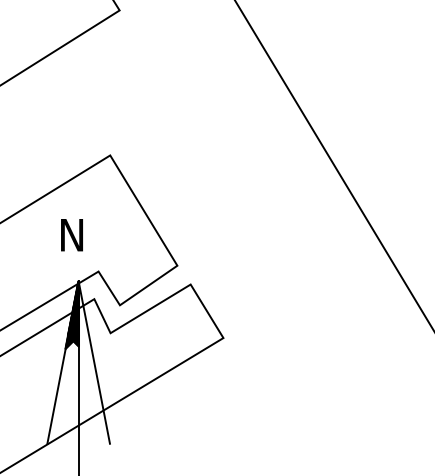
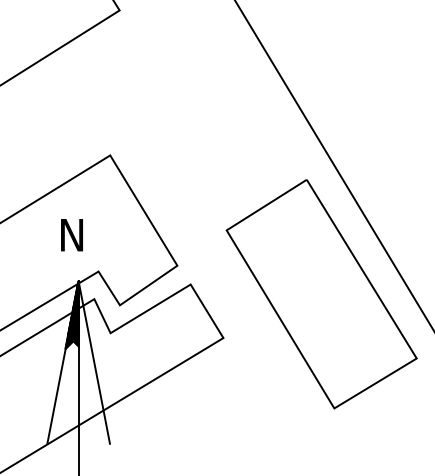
part at (321, 294): none -> present
